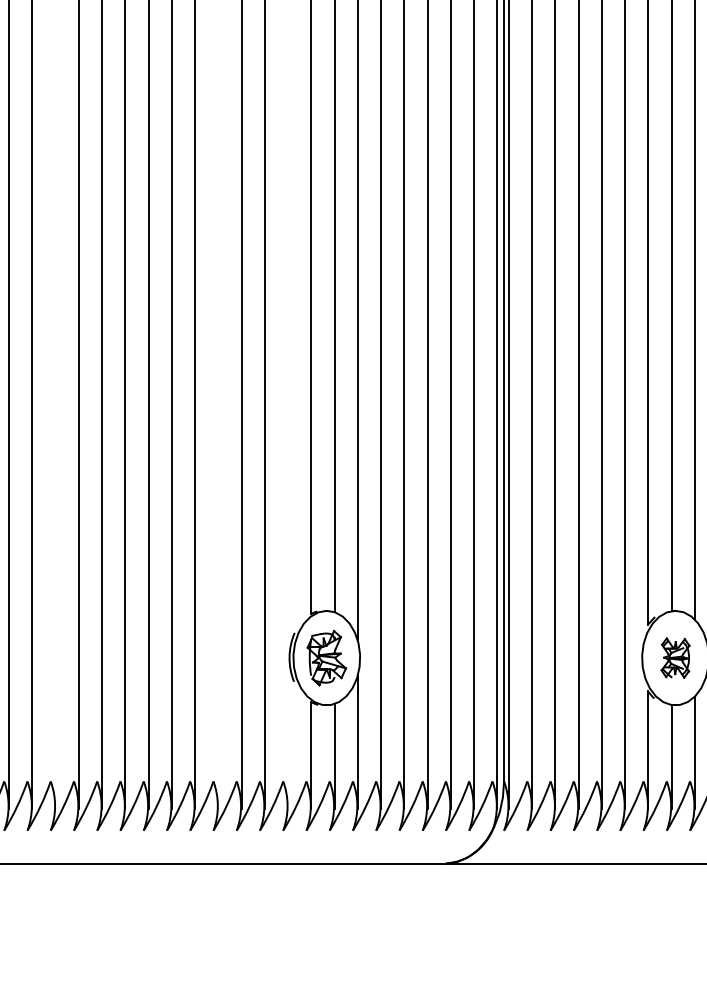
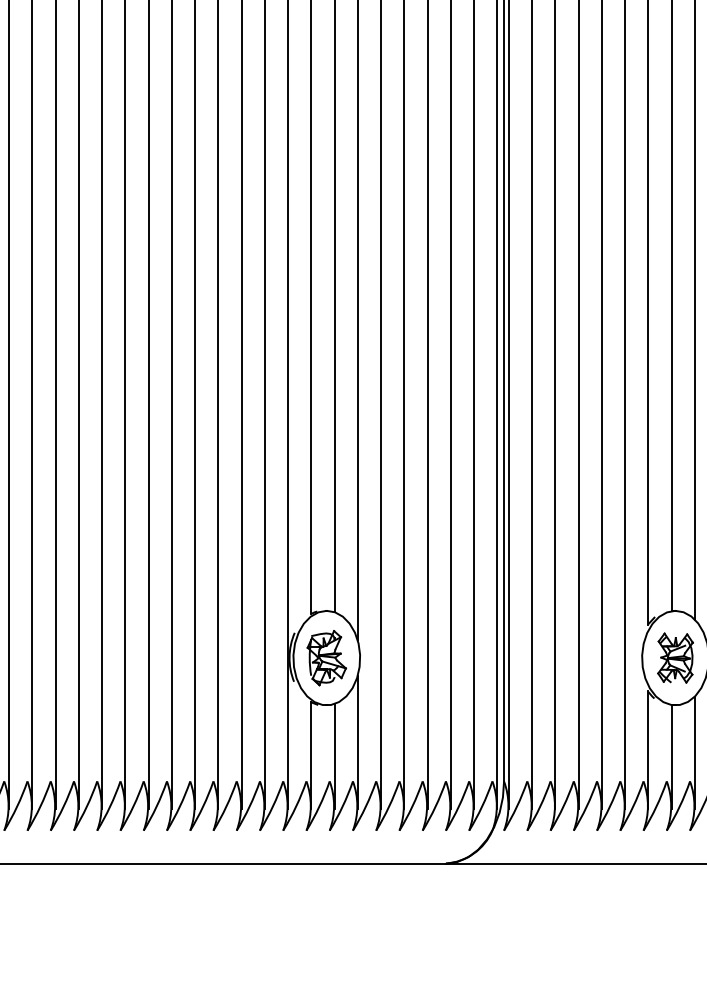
line at (55, 405): none -> present
line at (218, 405): none -> present
line at (288, 405): none -> present
part at (675, 657) size: 31x42 px -> 37x52 px
